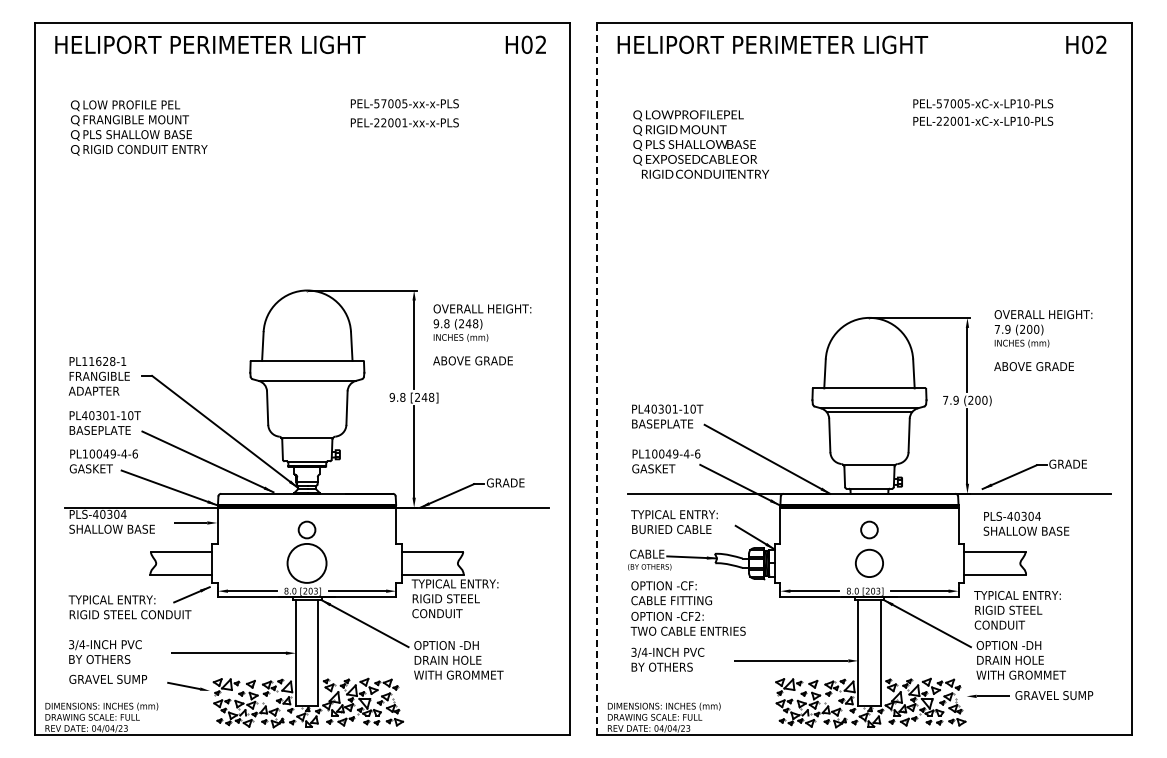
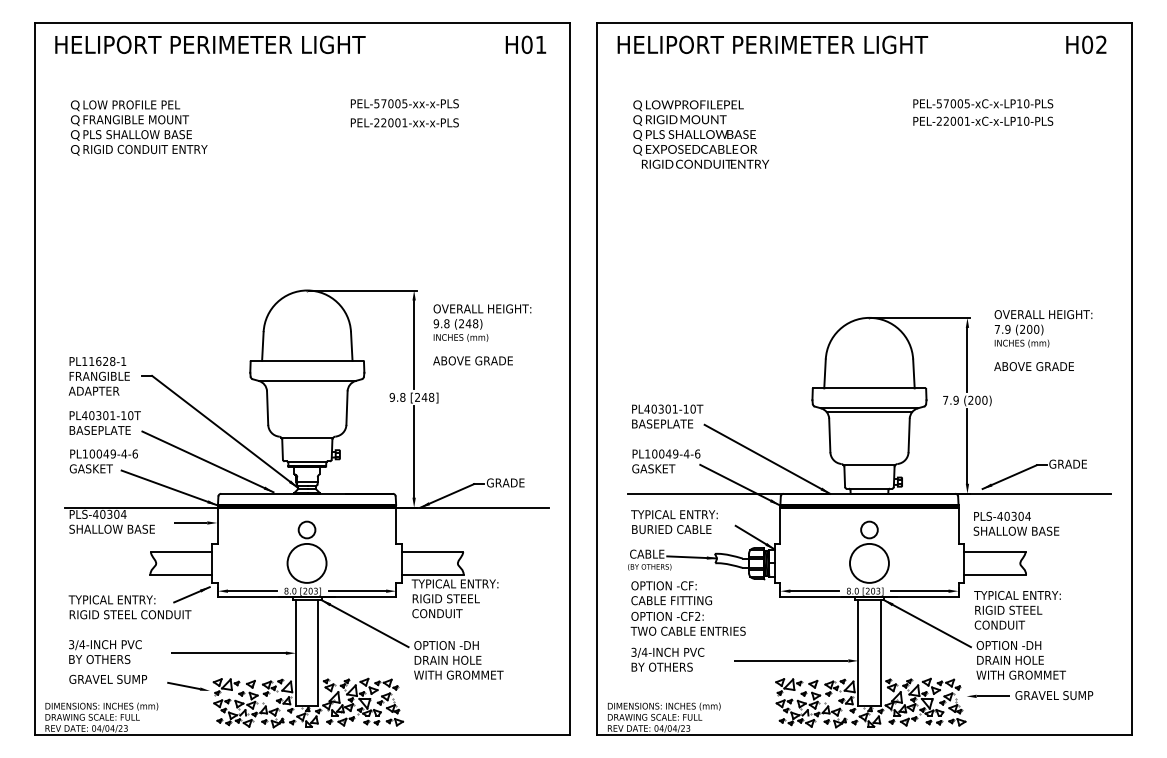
text at (540, 44): H02 -> H01
text at (700, 144) position: (700, 144) -> (700, 134)
line at (597, 378): dashed -> solid
text at (1026, 523) position: (1026, 523) -> (1016, 523)
circle at (869, 563) diameter: 27 px -> 39 px
